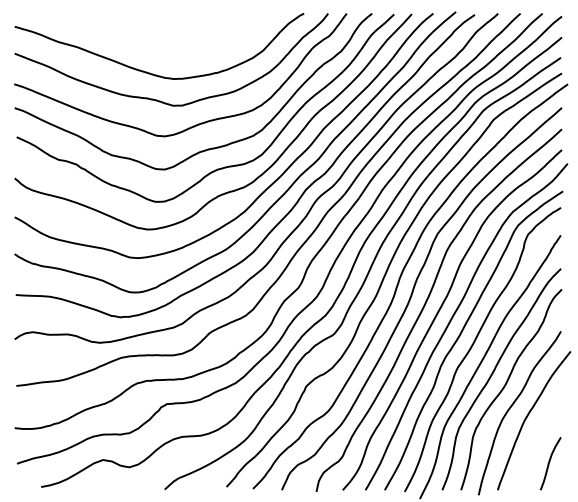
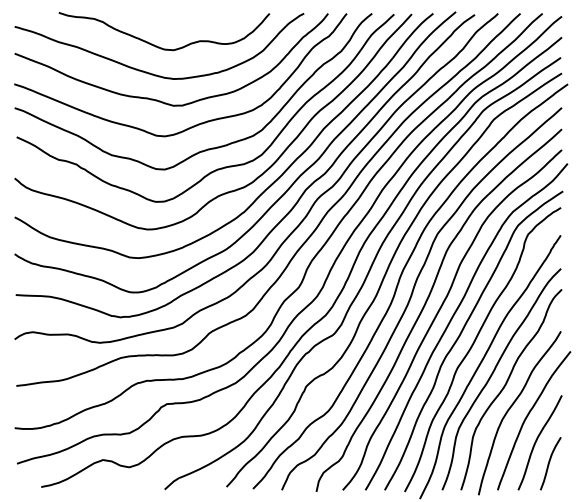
curve at (159, 46): none -> present
curve at (537, 440): none -> present
